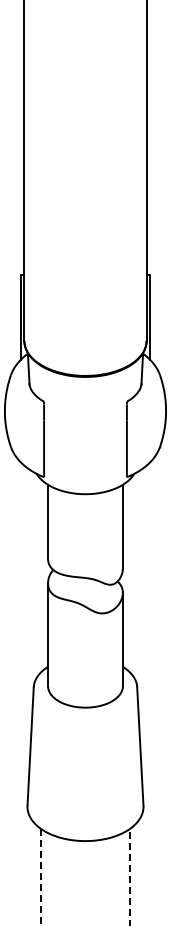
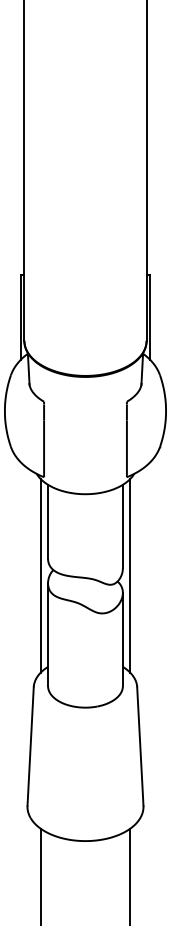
line at (40, 575): none -> present
line at (130, 575): none -> present
line at (130, 876): dashed -> solid
line at (40, 877): dashed -> solid
